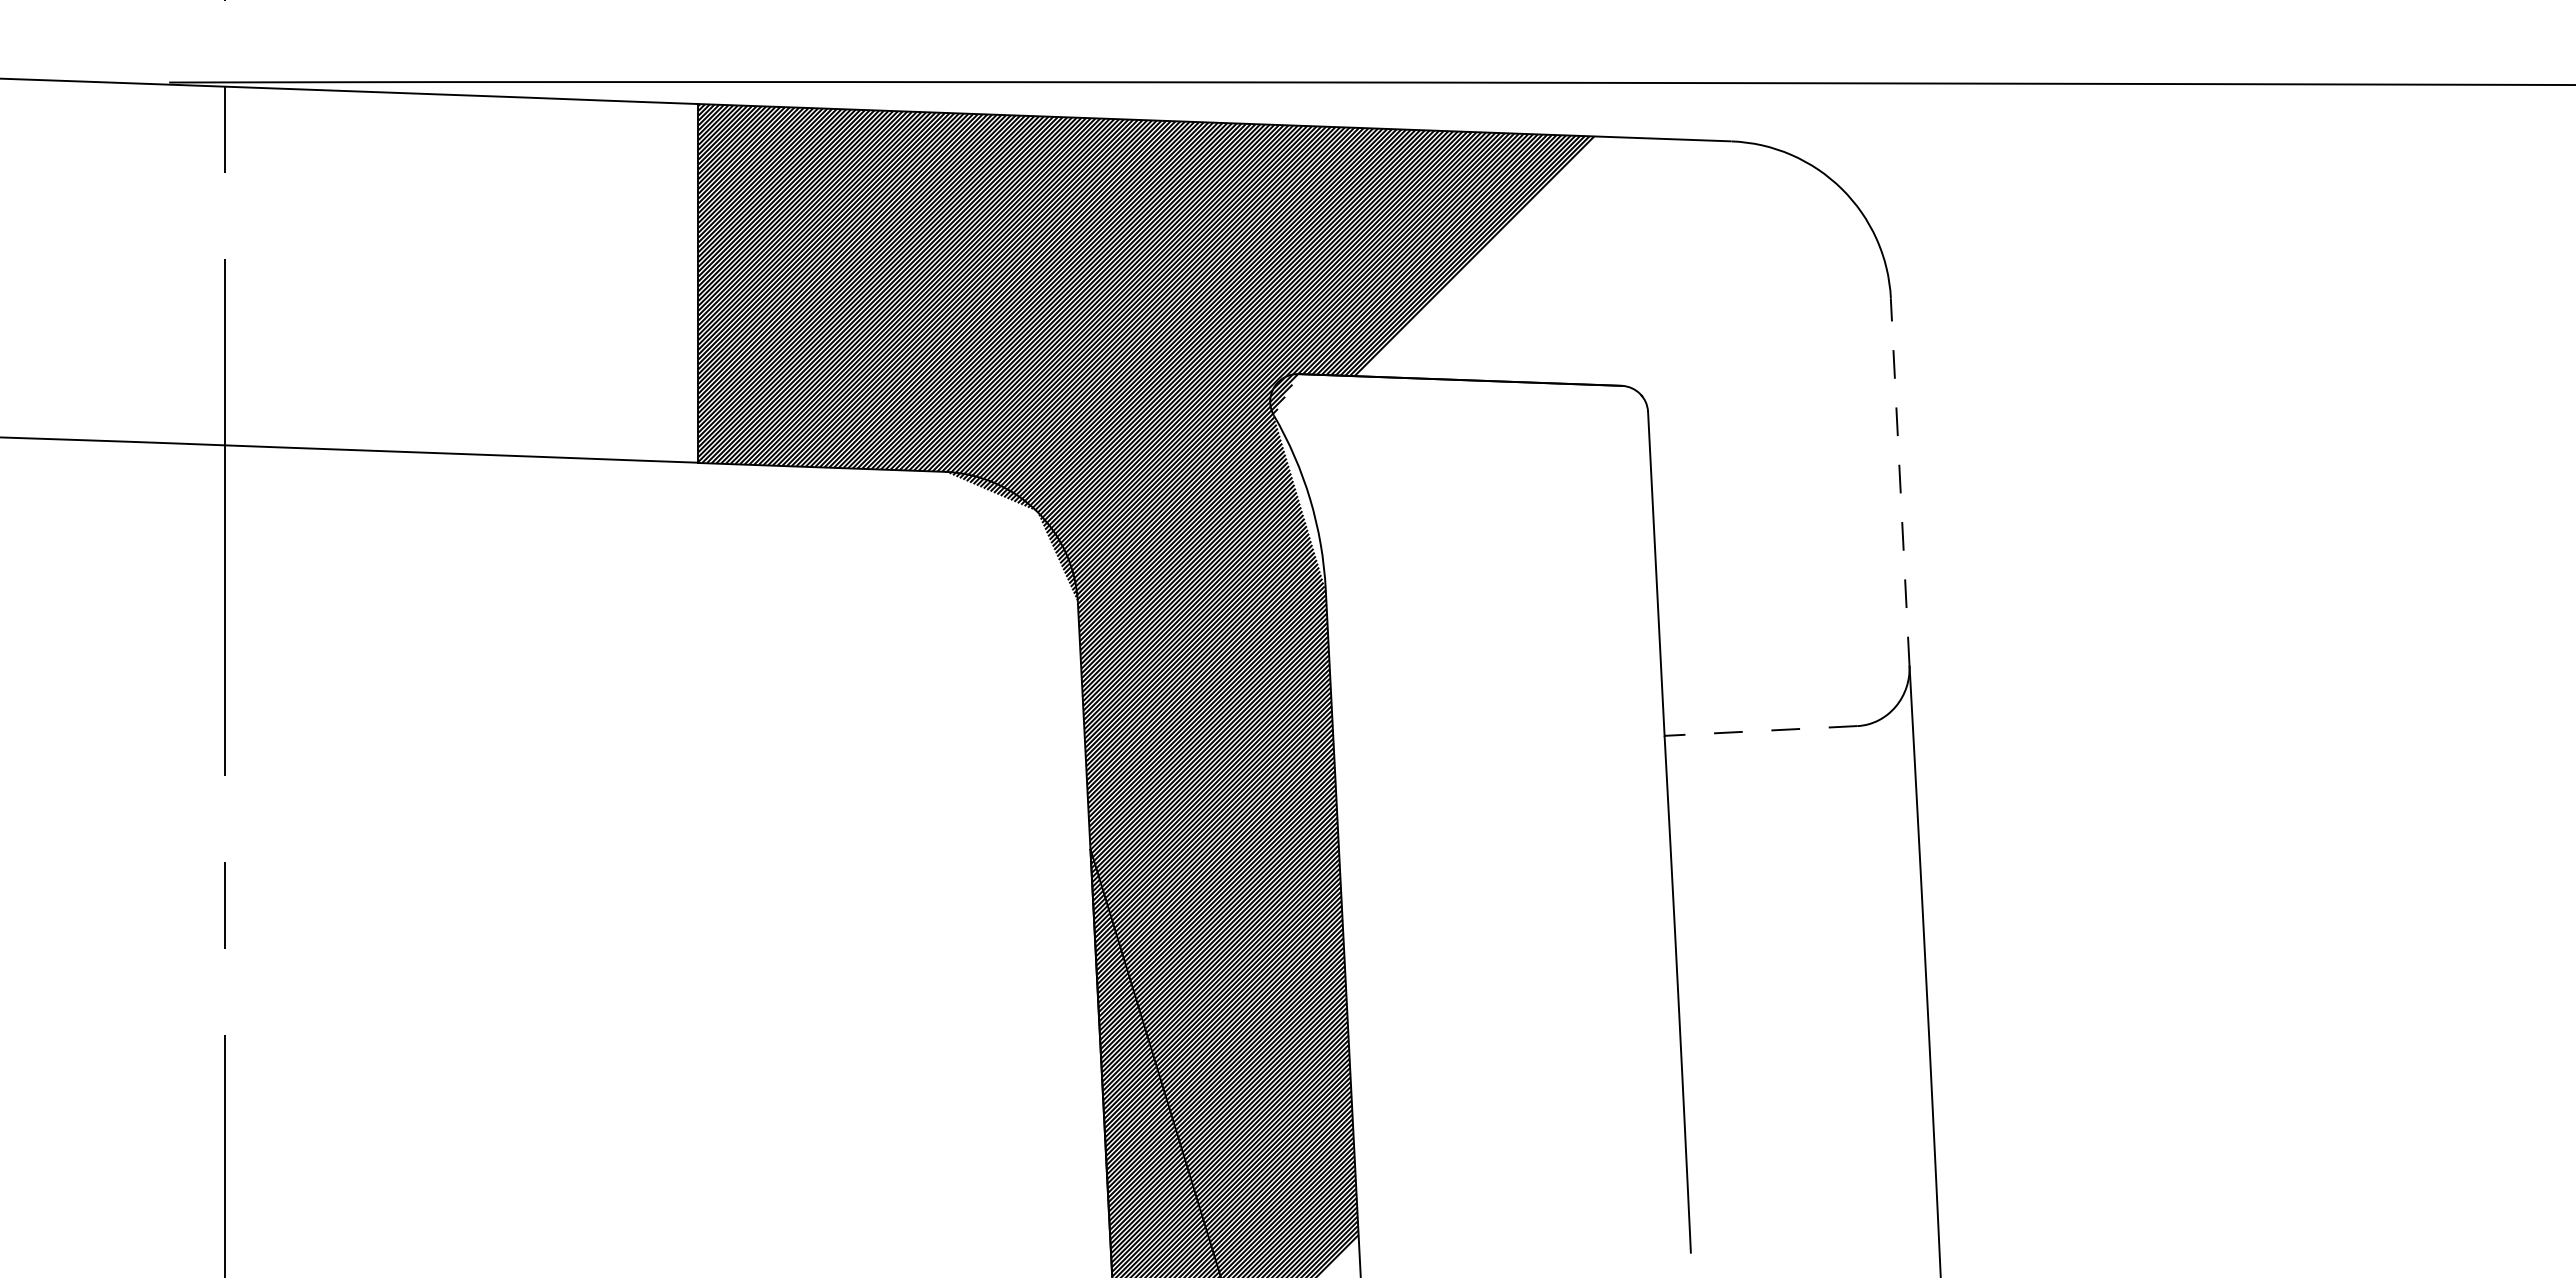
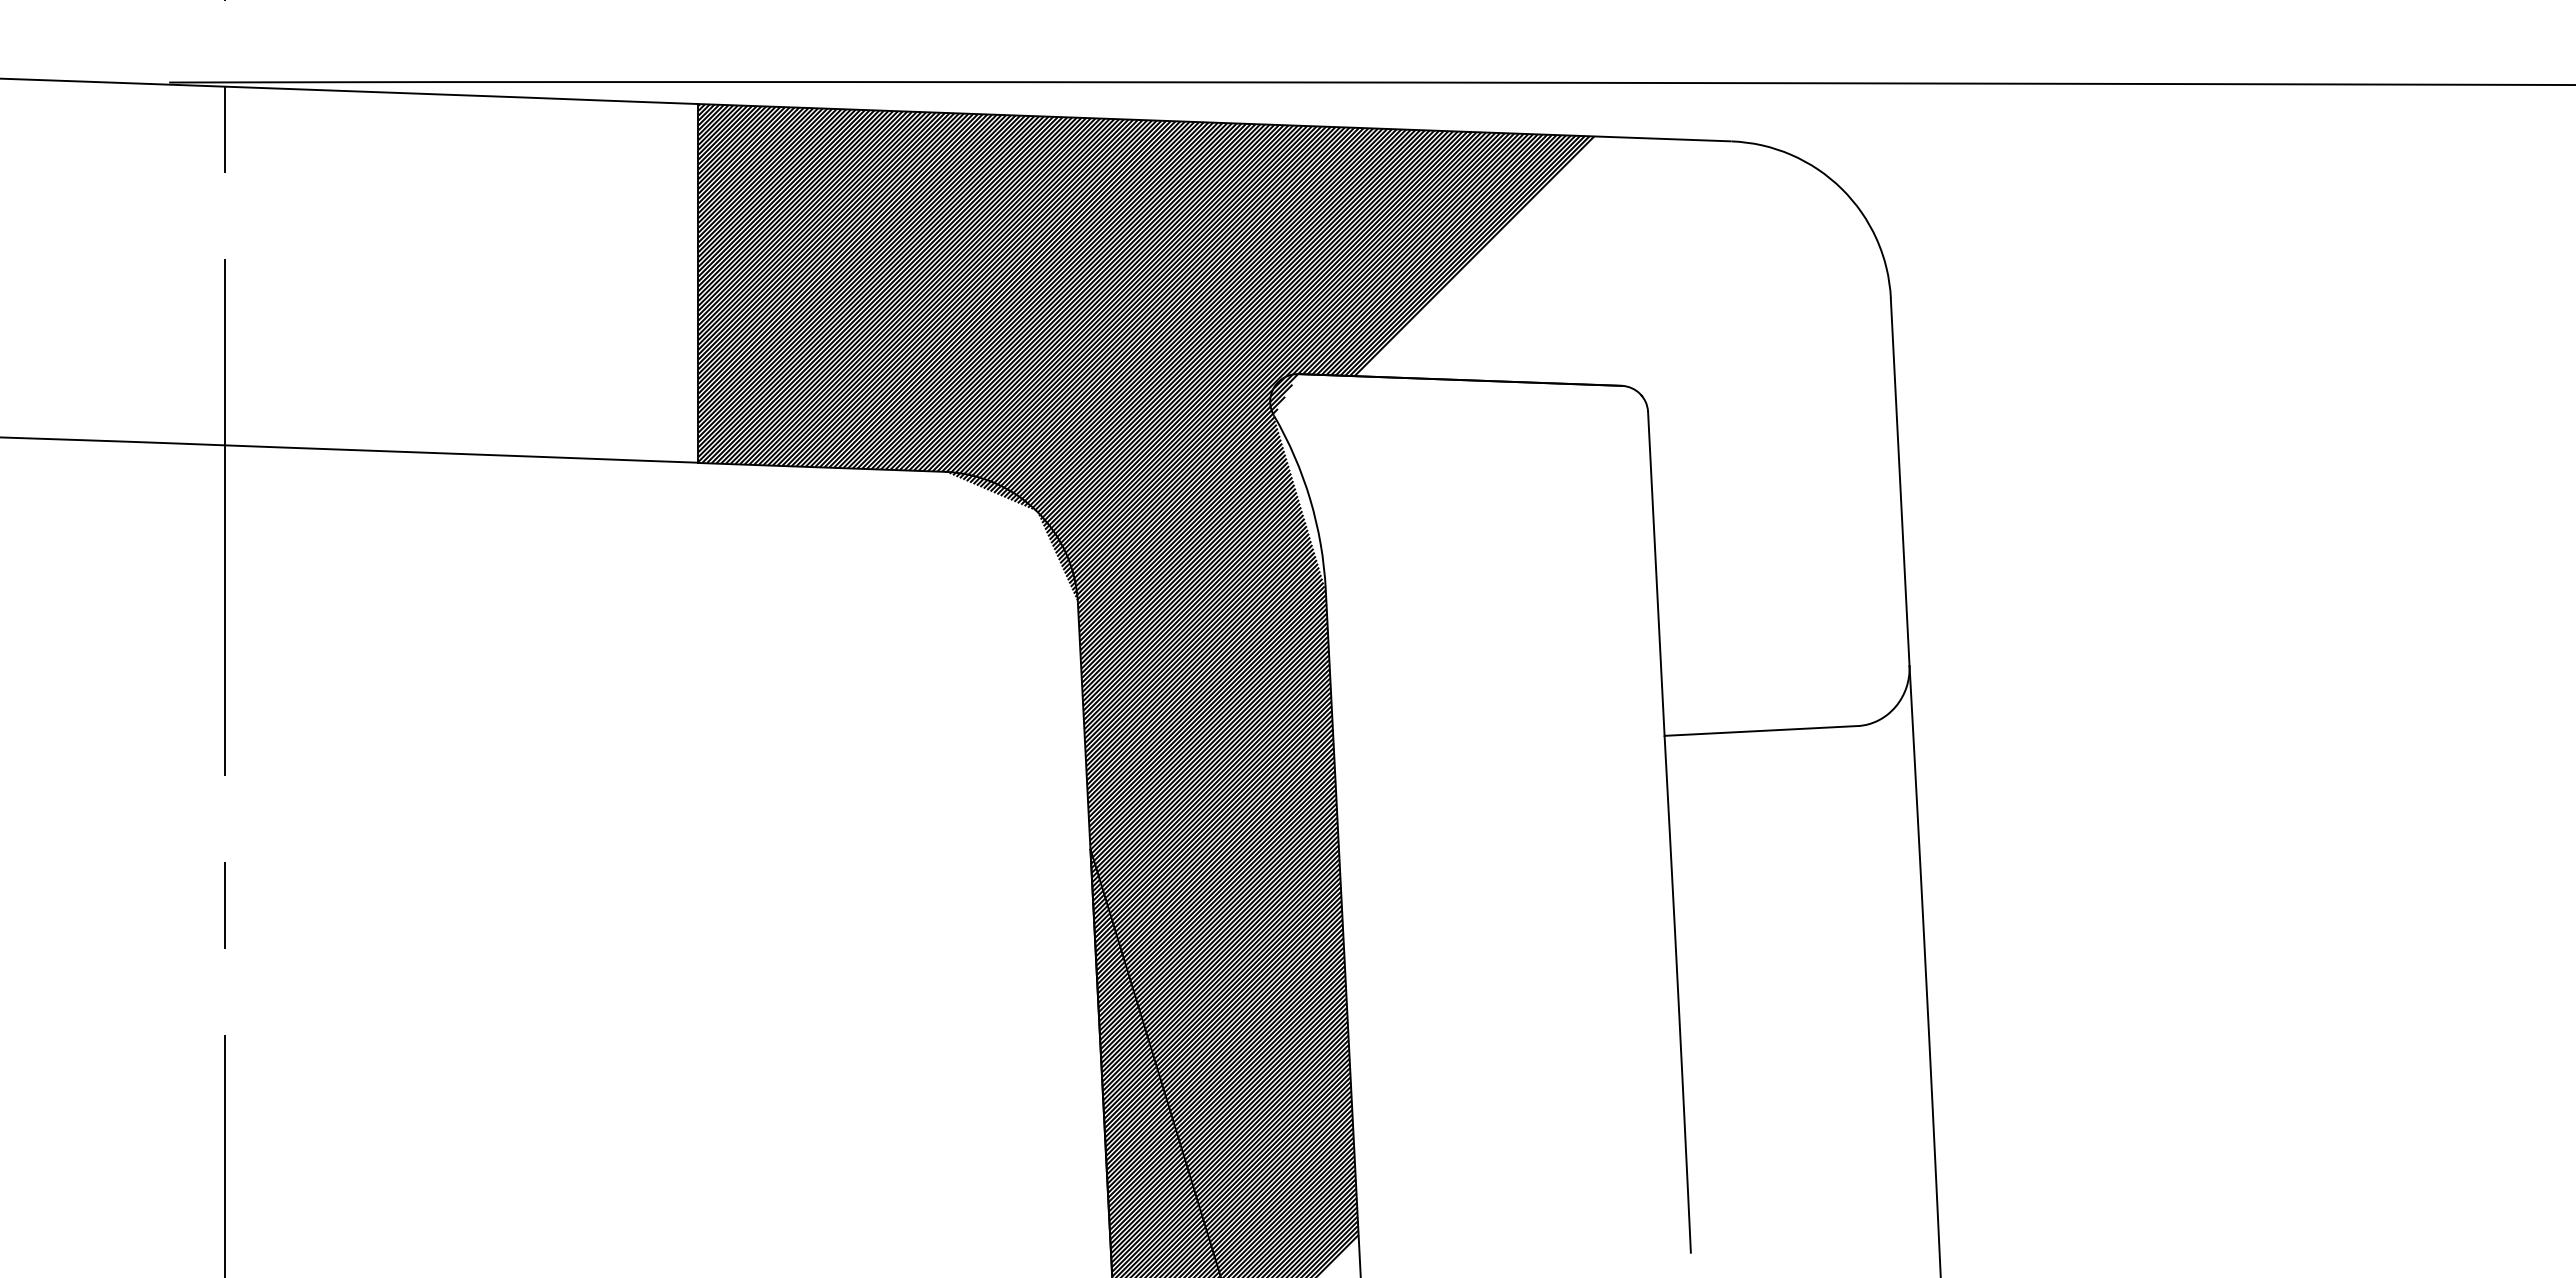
line at (1900, 481): dashed -> solid
line at (1760, 730): dashed -> solid
